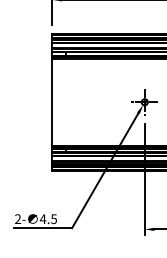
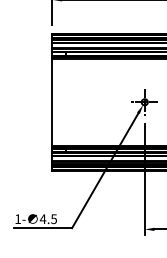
text at (18, 218): 2- -> 1-
